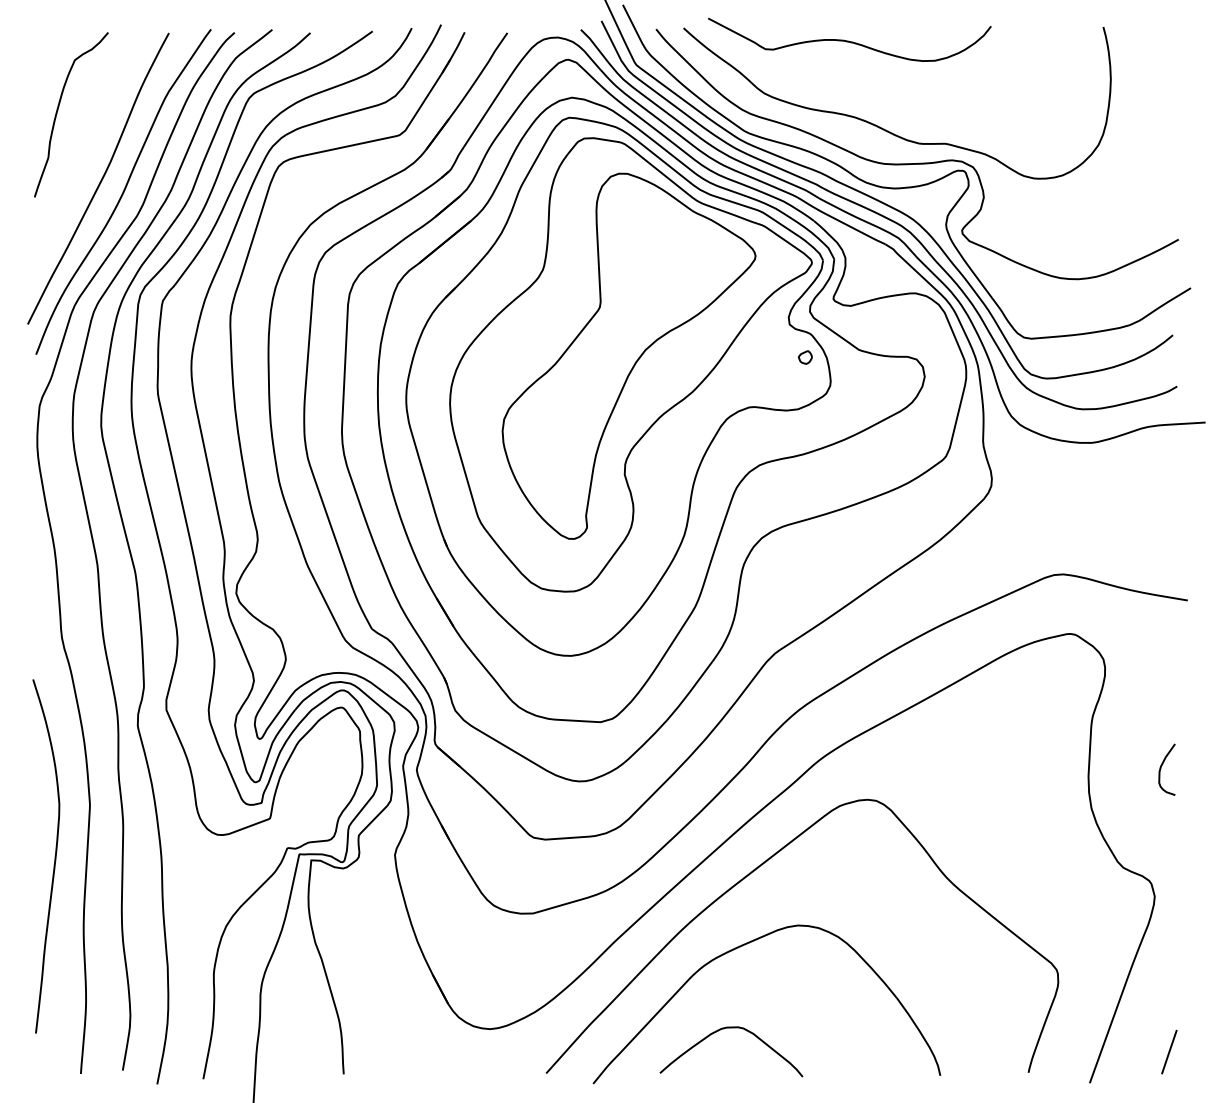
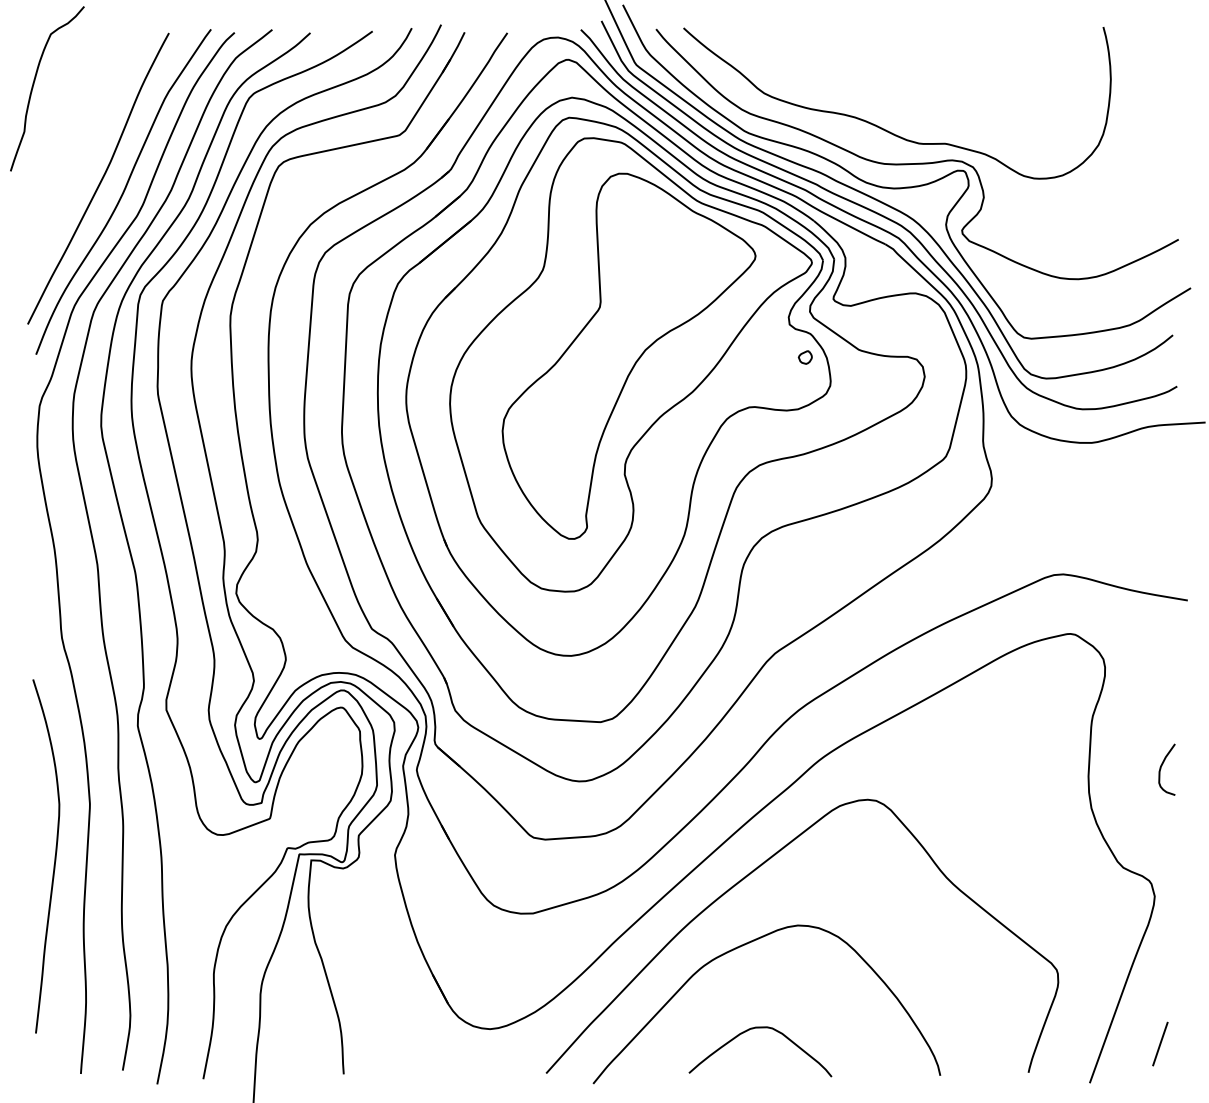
curve at (848, 40): present -> none
curve at (58, 110) position: (58, 110) -> (34, 84)
curve at (731, 1028) position: (731, 1028) -> (760, 1028)
line at (1169, 1051) position: (1169, 1051) -> (1160, 1043)
